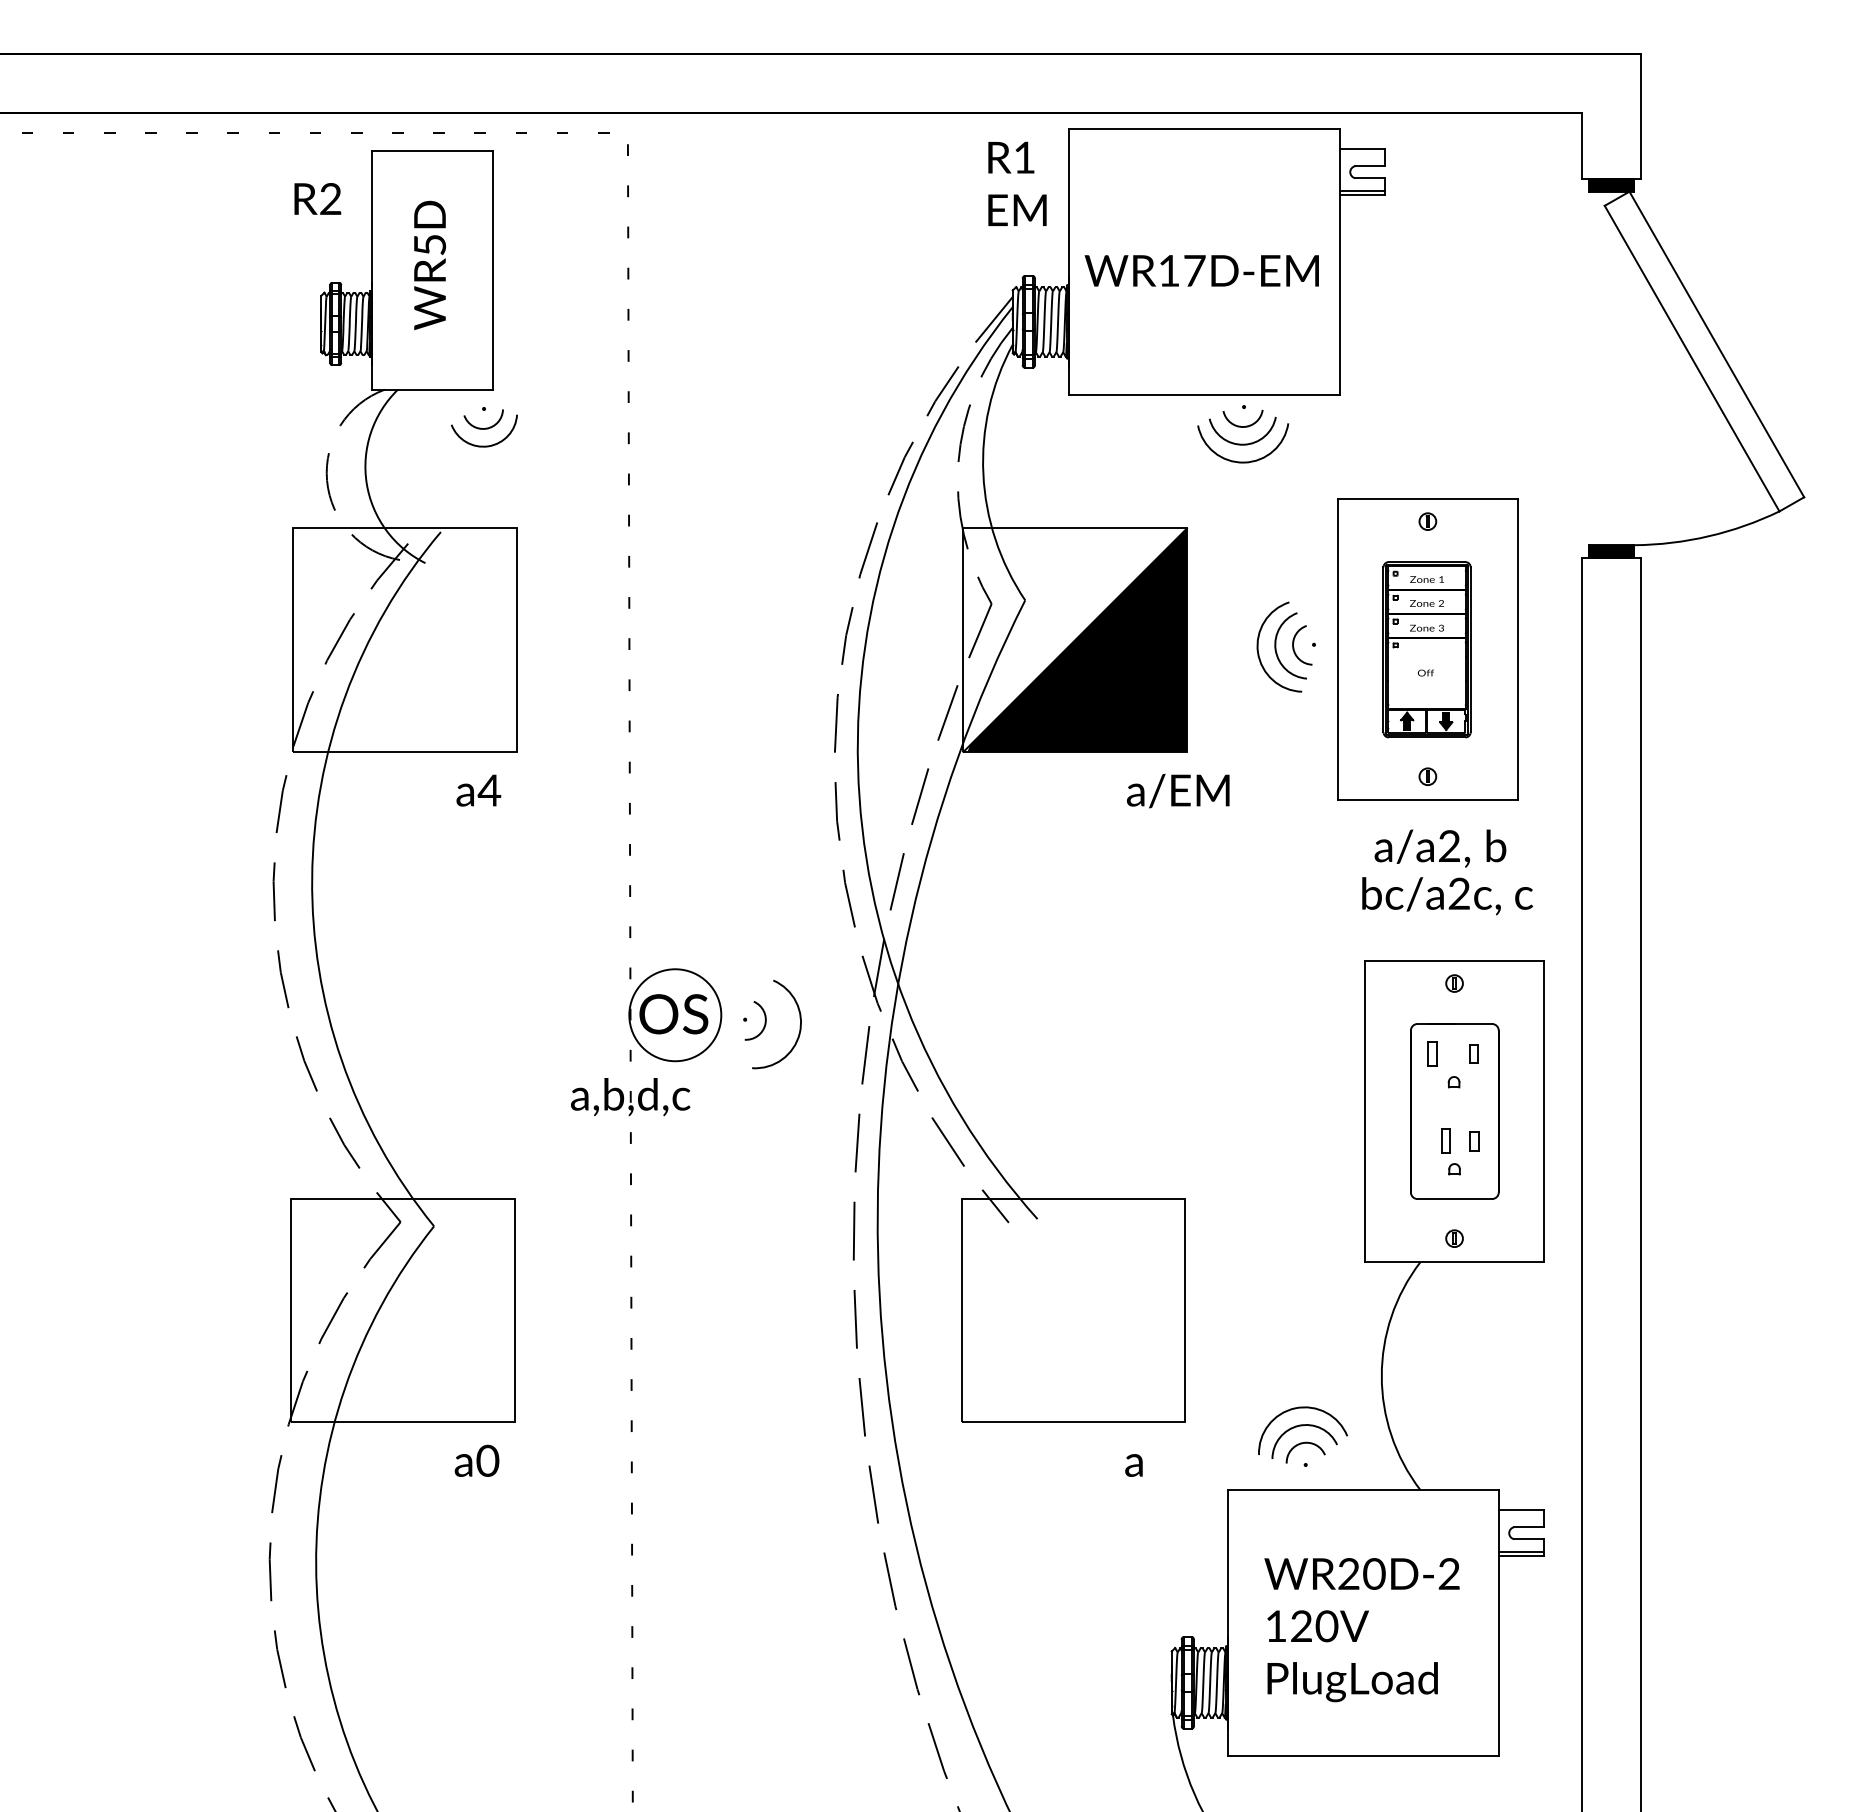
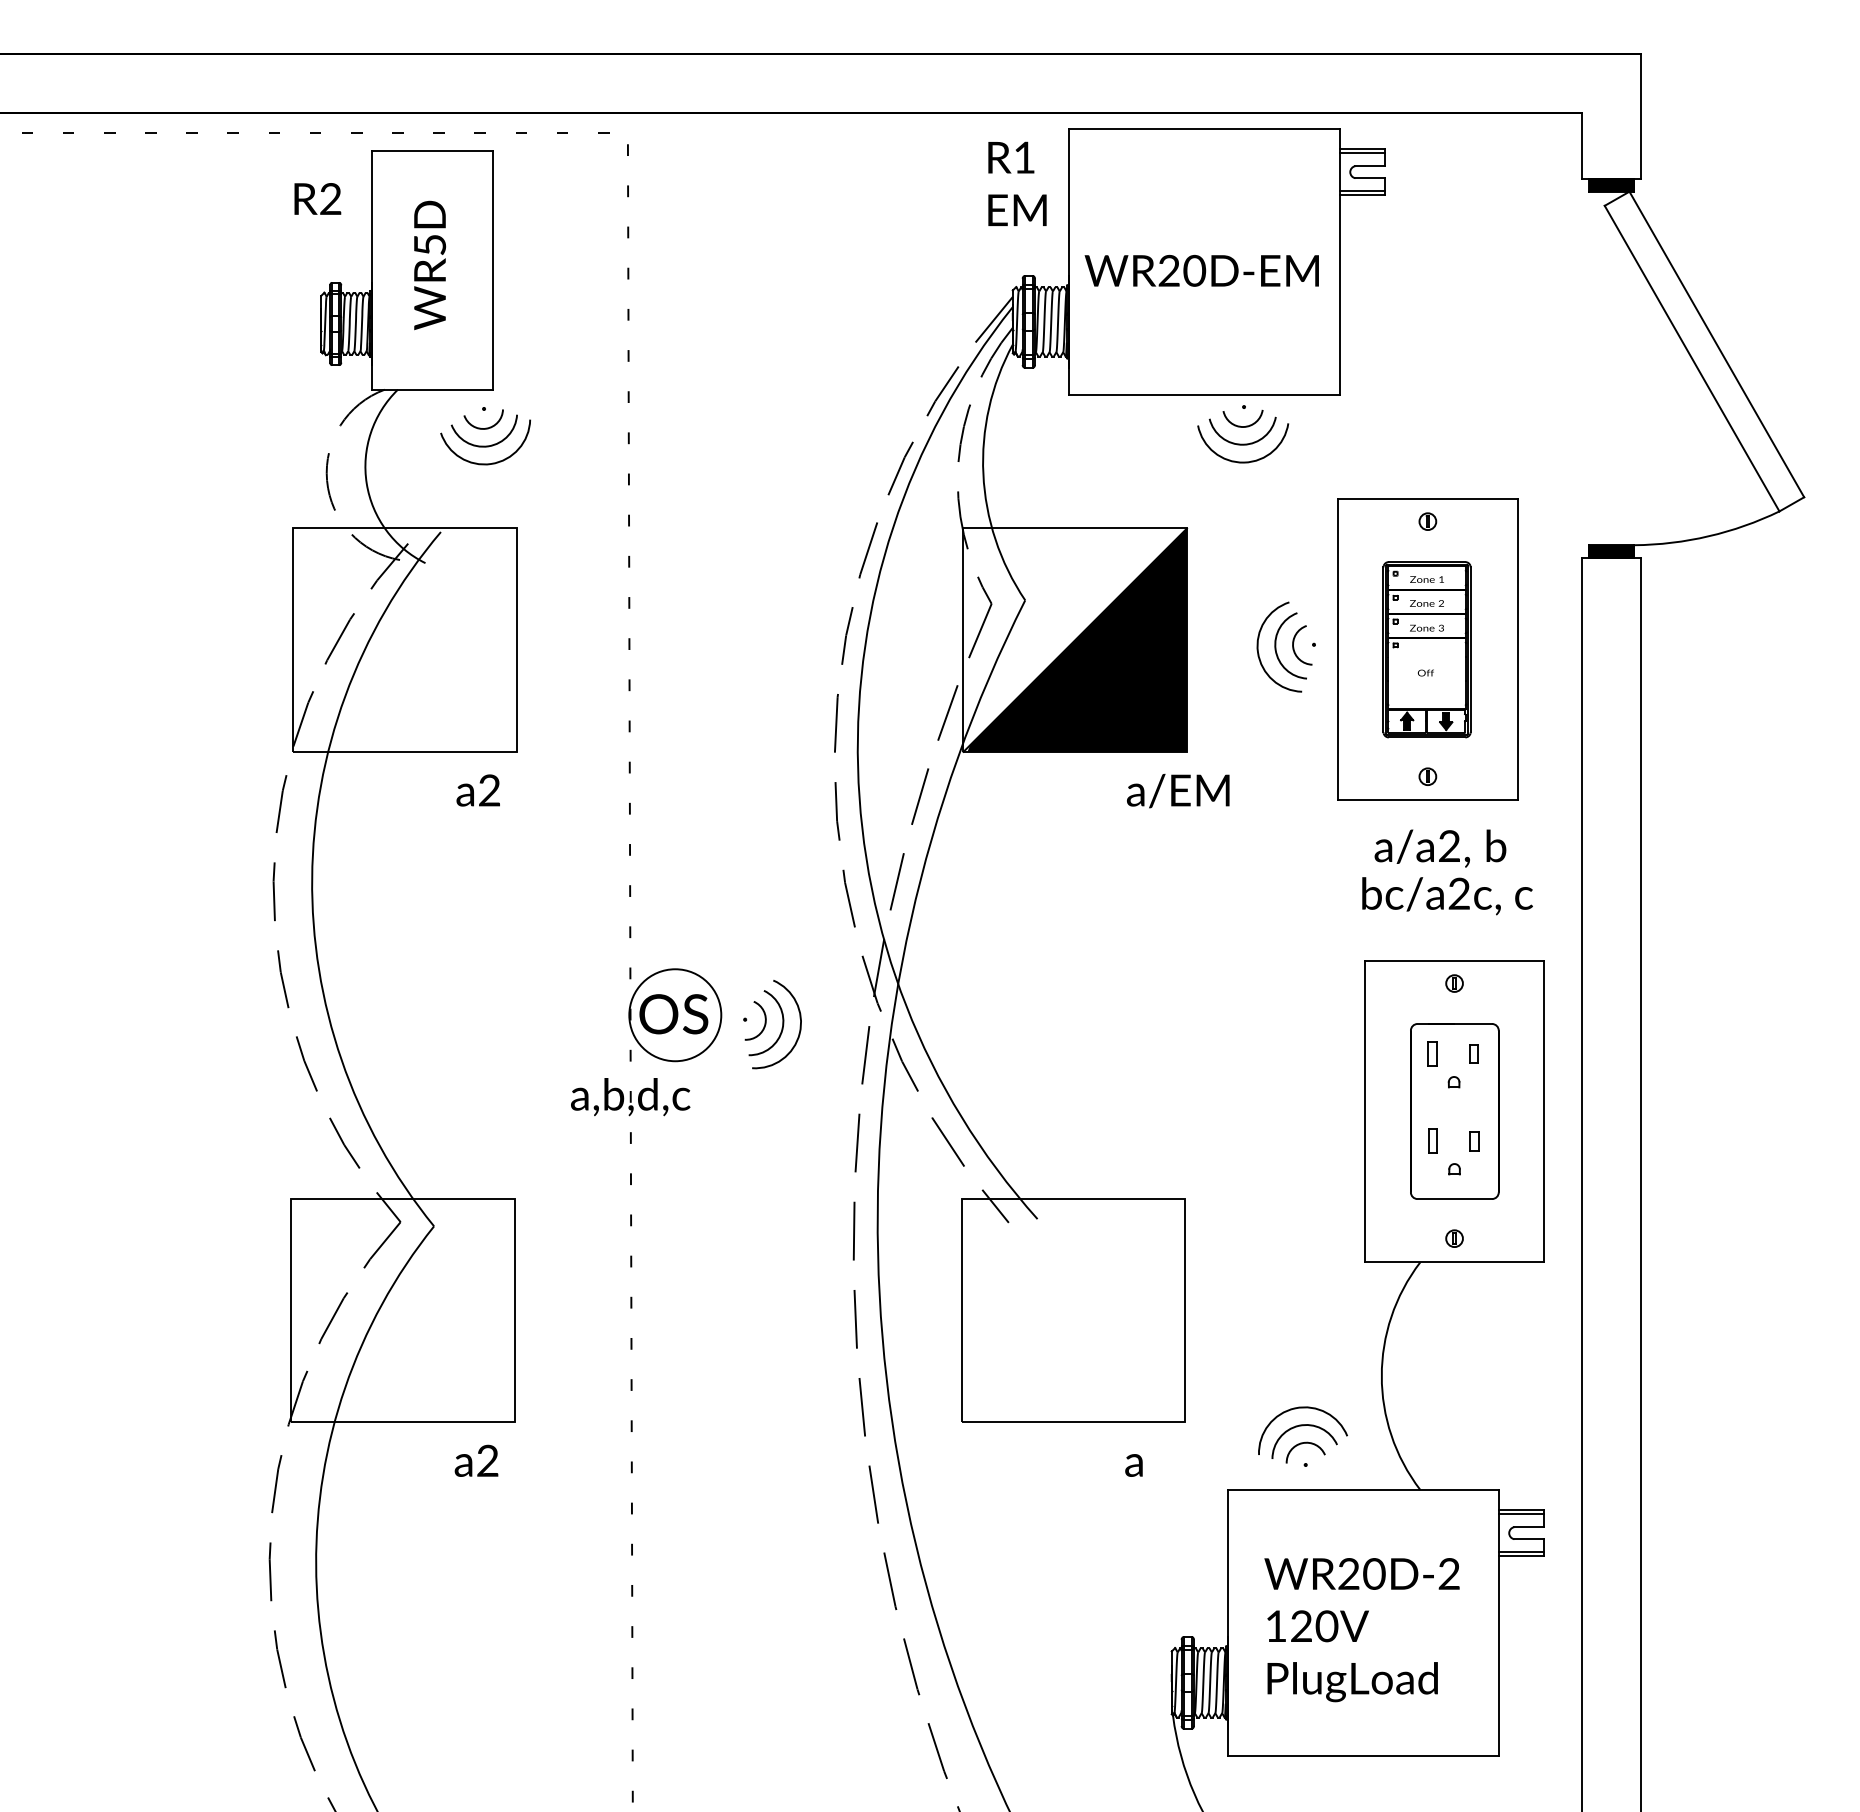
line at (1362, 153): none -> present
text at (1182, 270): WR17D-EM -> WR20D-EM
arc at (485, 463): none -> present
text at (489, 790): a4 -> a2
arc at (781, 1027): none -> present
part at (1445, 1140) position: (1445, 1140) -> (1432, 1140)
text at (487, 1460): a0 -> a2
line at (1520, 1514): none -> present
